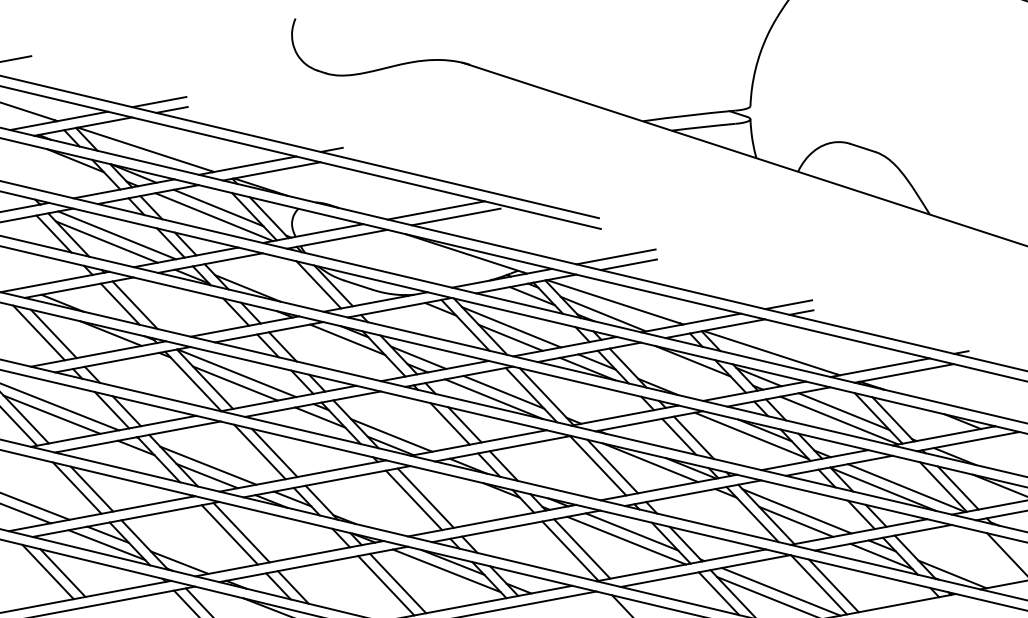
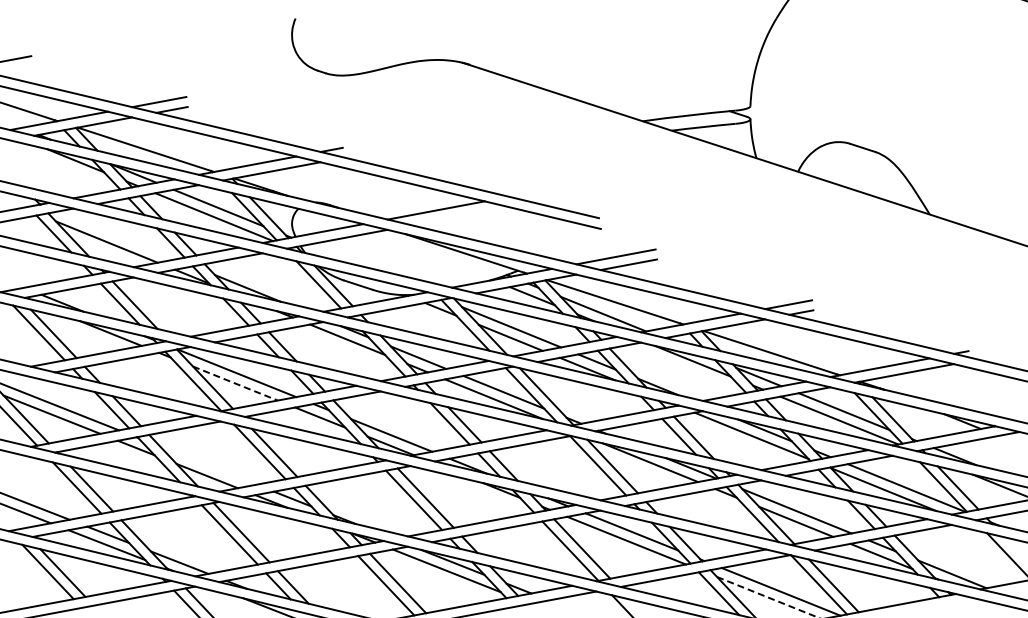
line at (455, 216): present -> none
line at (117, 235): present -> none
line at (235, 383): solid -> dashed
line at (208, 465): present -> none
line at (767, 597): solid -> dashed
